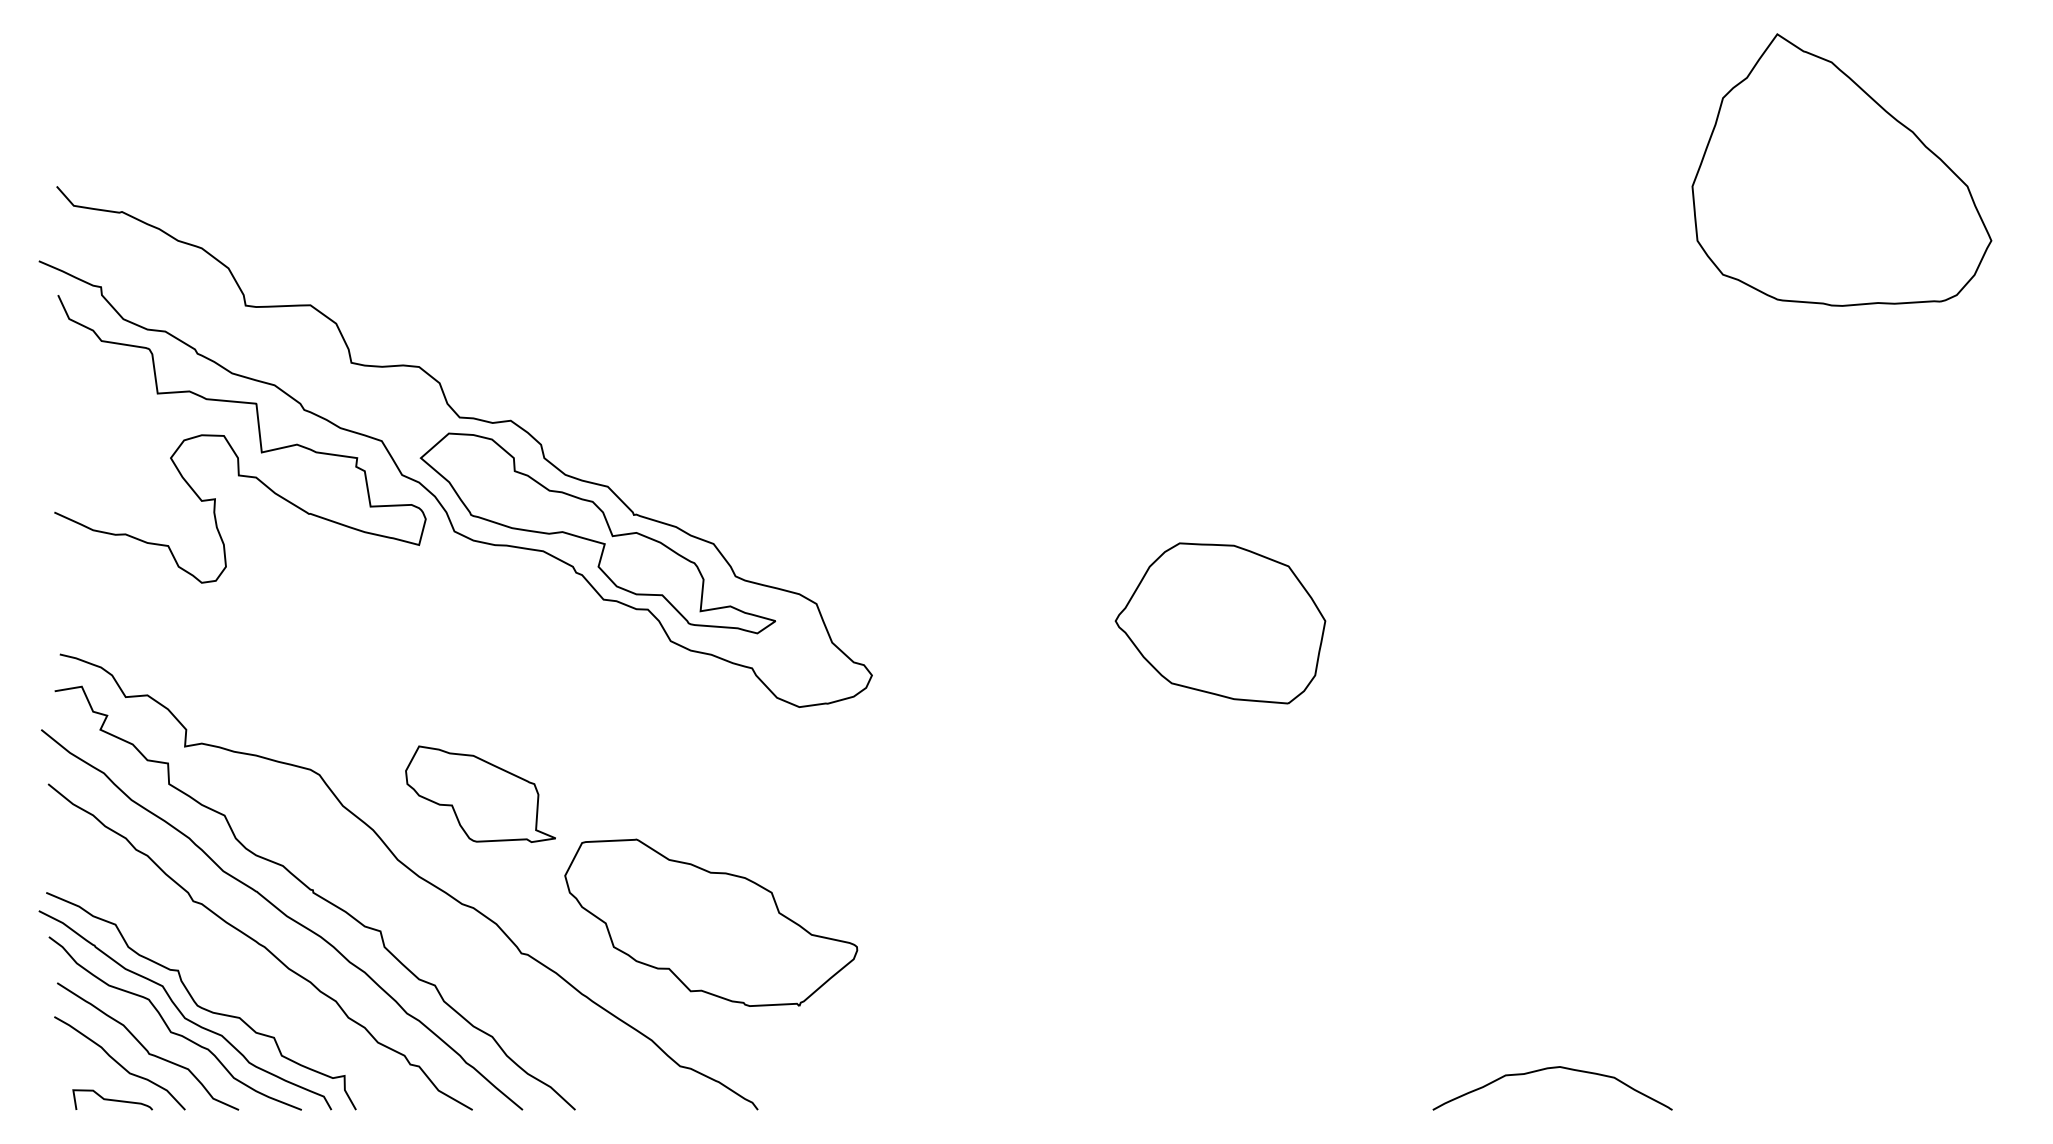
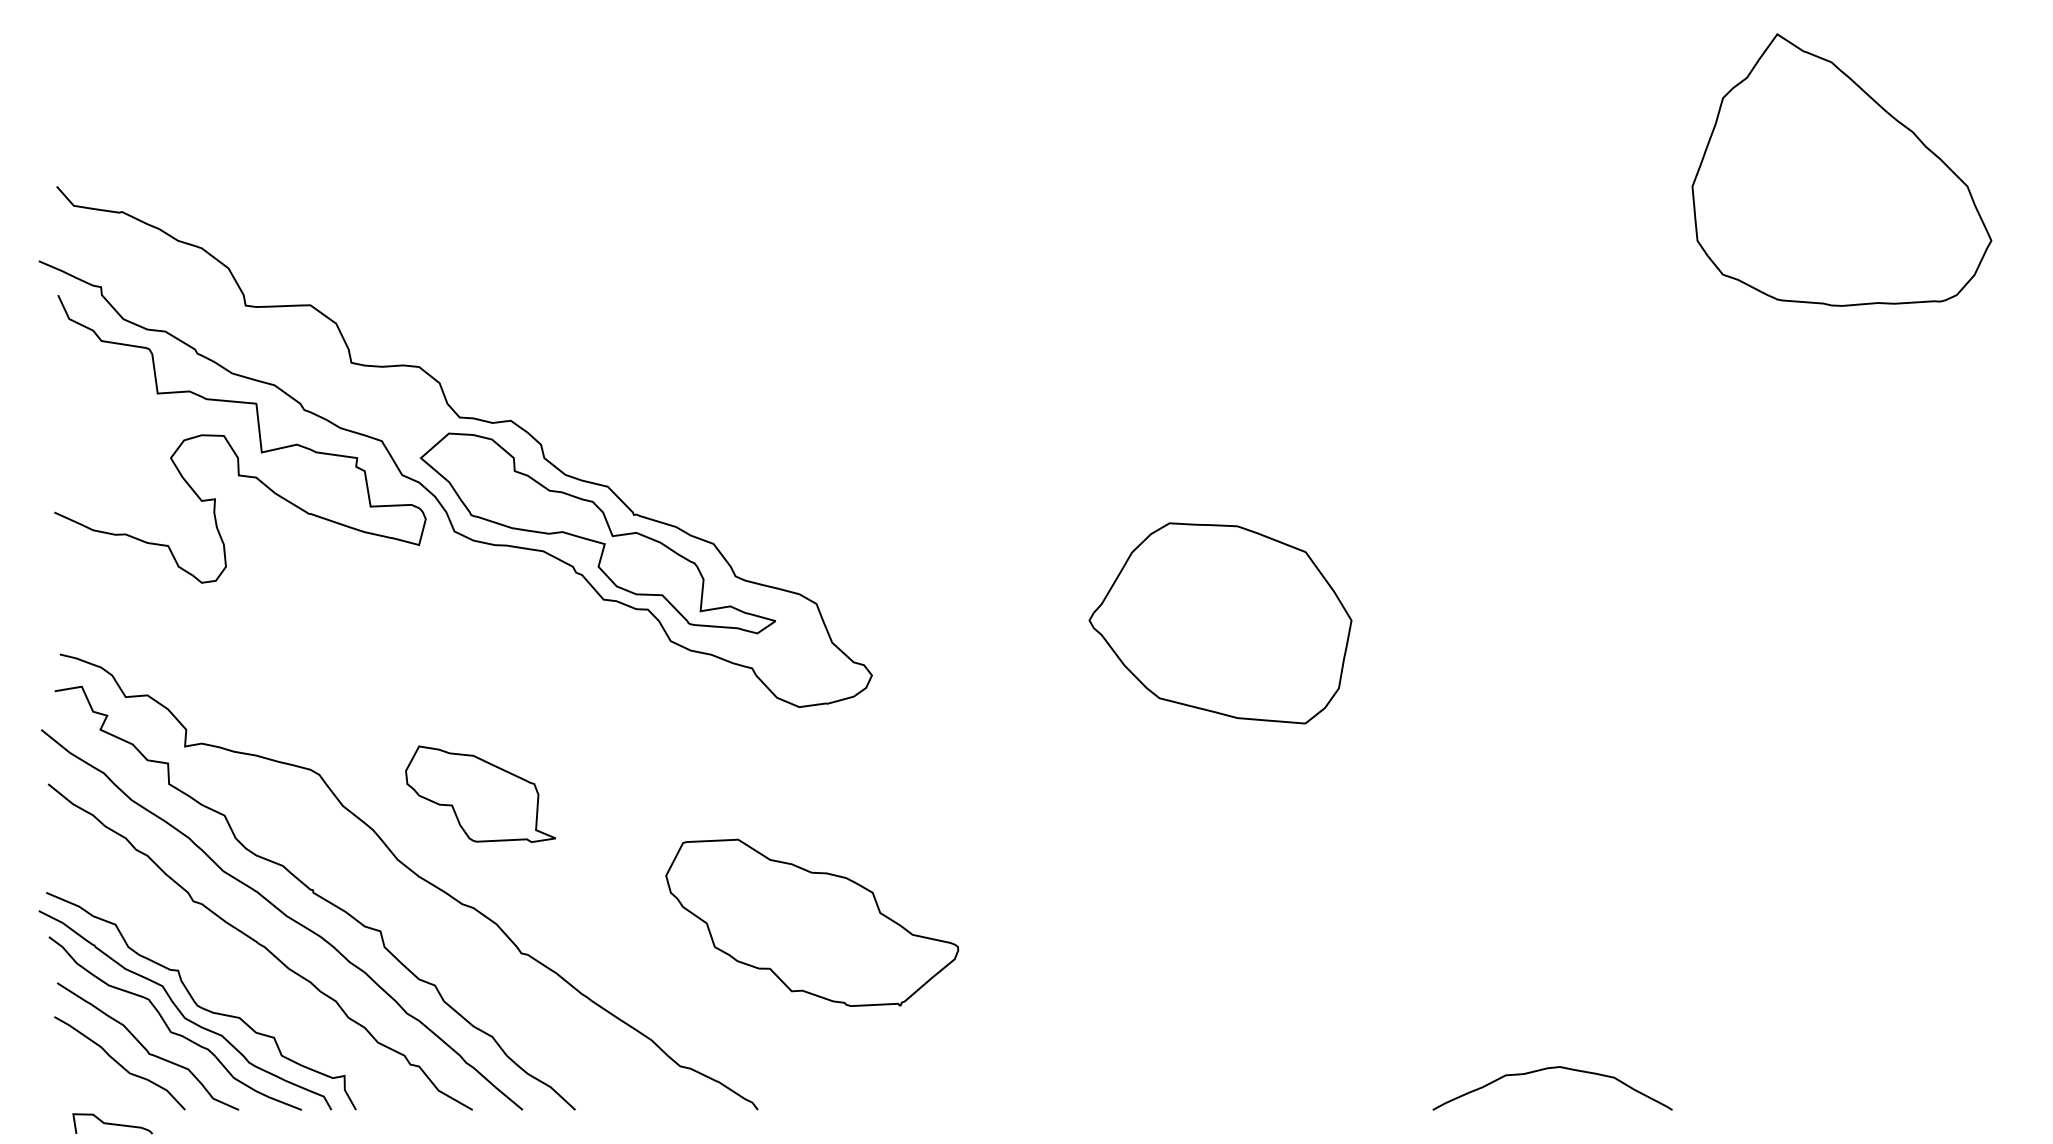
part at (1220, 623) size: 213x163 px -> 265x203 px
part at (711, 922) position: (711, 922) -> (812, 922)
curve at (112, 1099) position: (112, 1099) -> (112, 1123)
